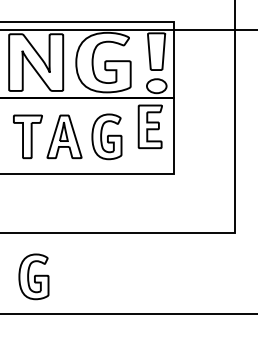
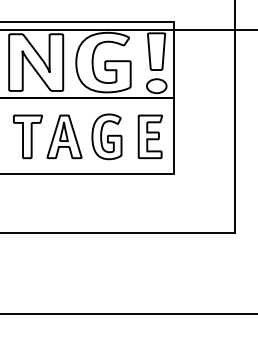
part at (149, 126) position: (149, 126) -> (149, 136)
part at (33, 276): present -> none
